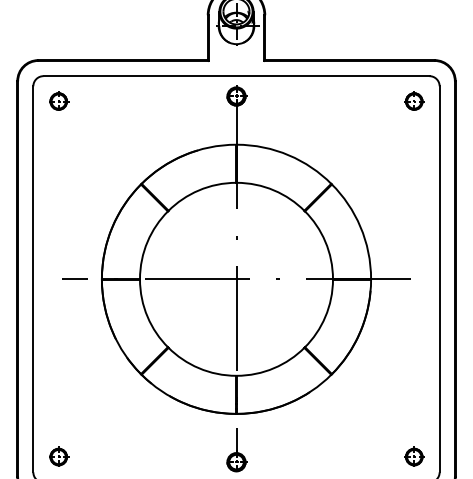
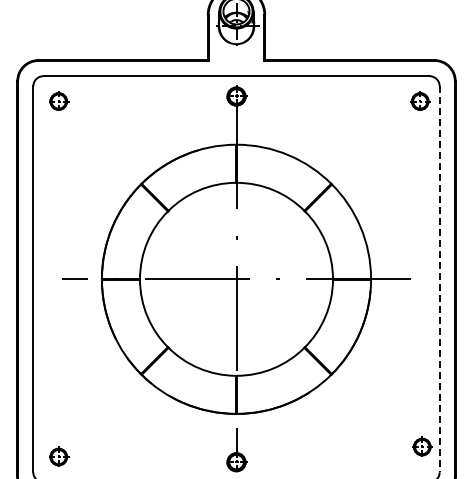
part at (414, 100) position: (414, 100) -> (420, 100)
line at (439, 279): solid -> dashed
part at (414, 456) position: (414, 456) -> (422, 446)
